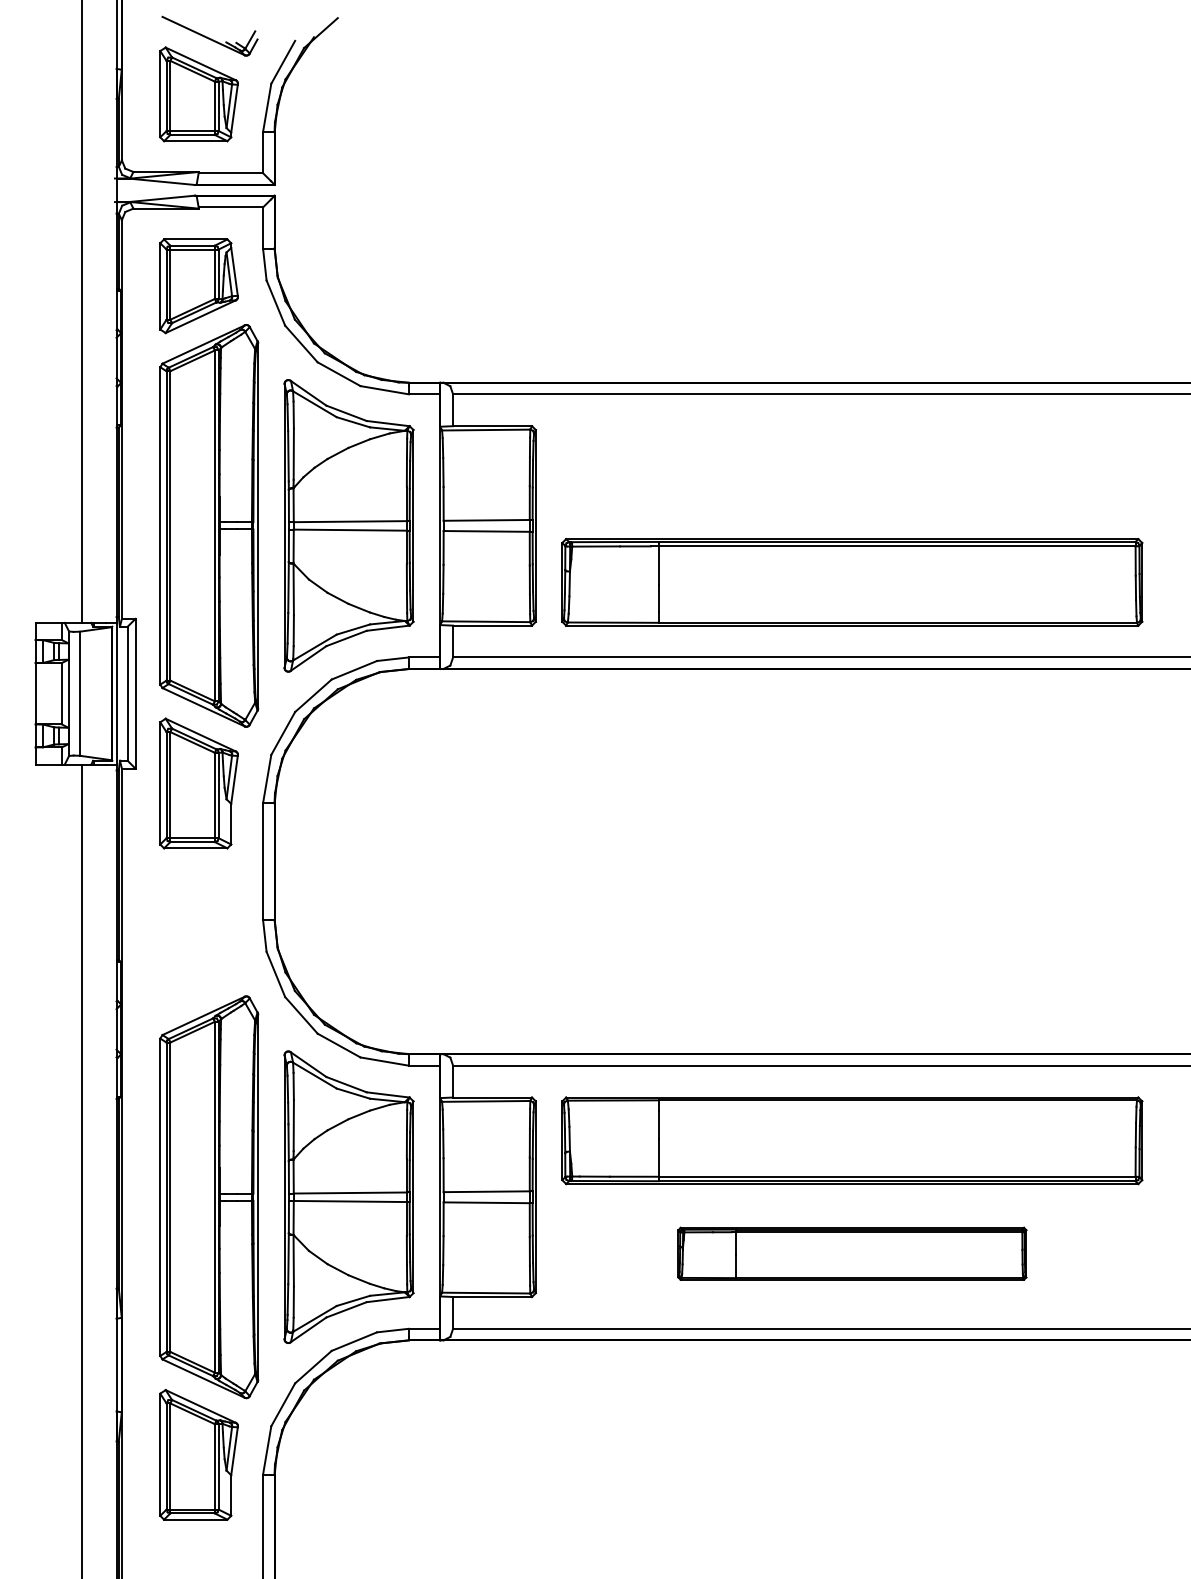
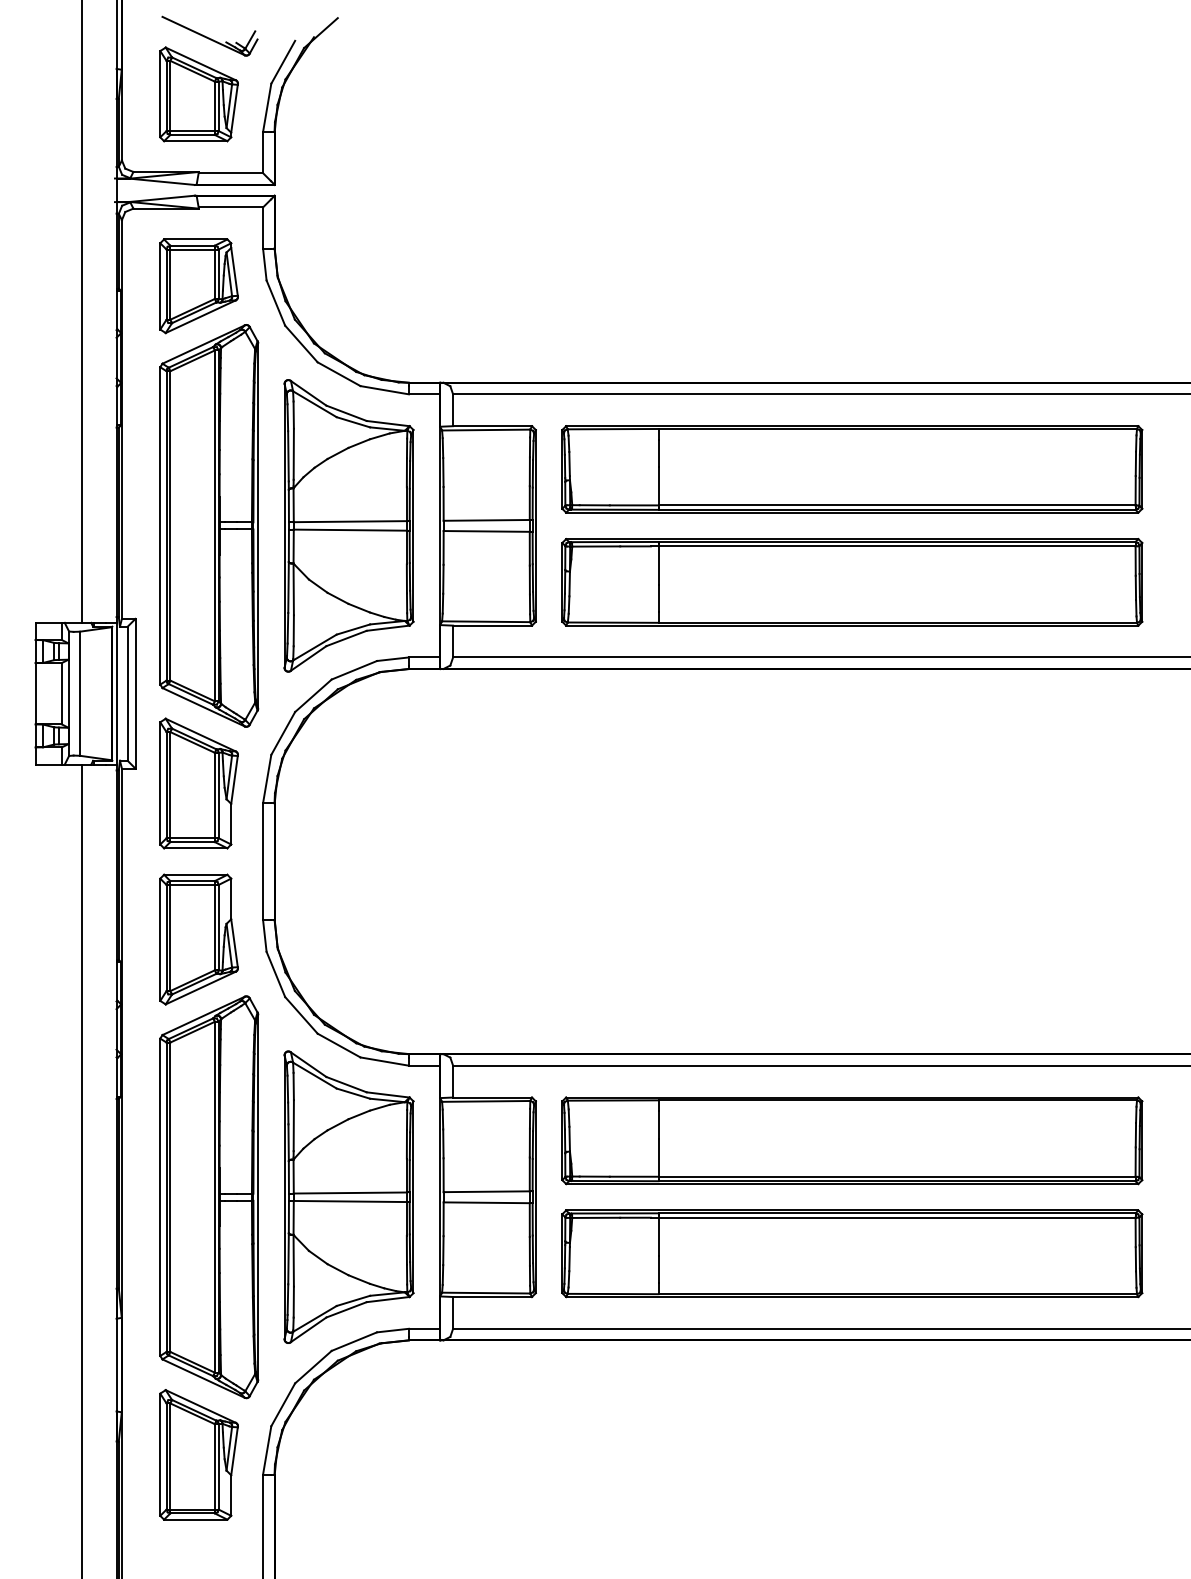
part at (852, 469): none -> present
part at (198, 939): none -> present
part at (852, 1253) size: 351x55 px -> 583x90 px
